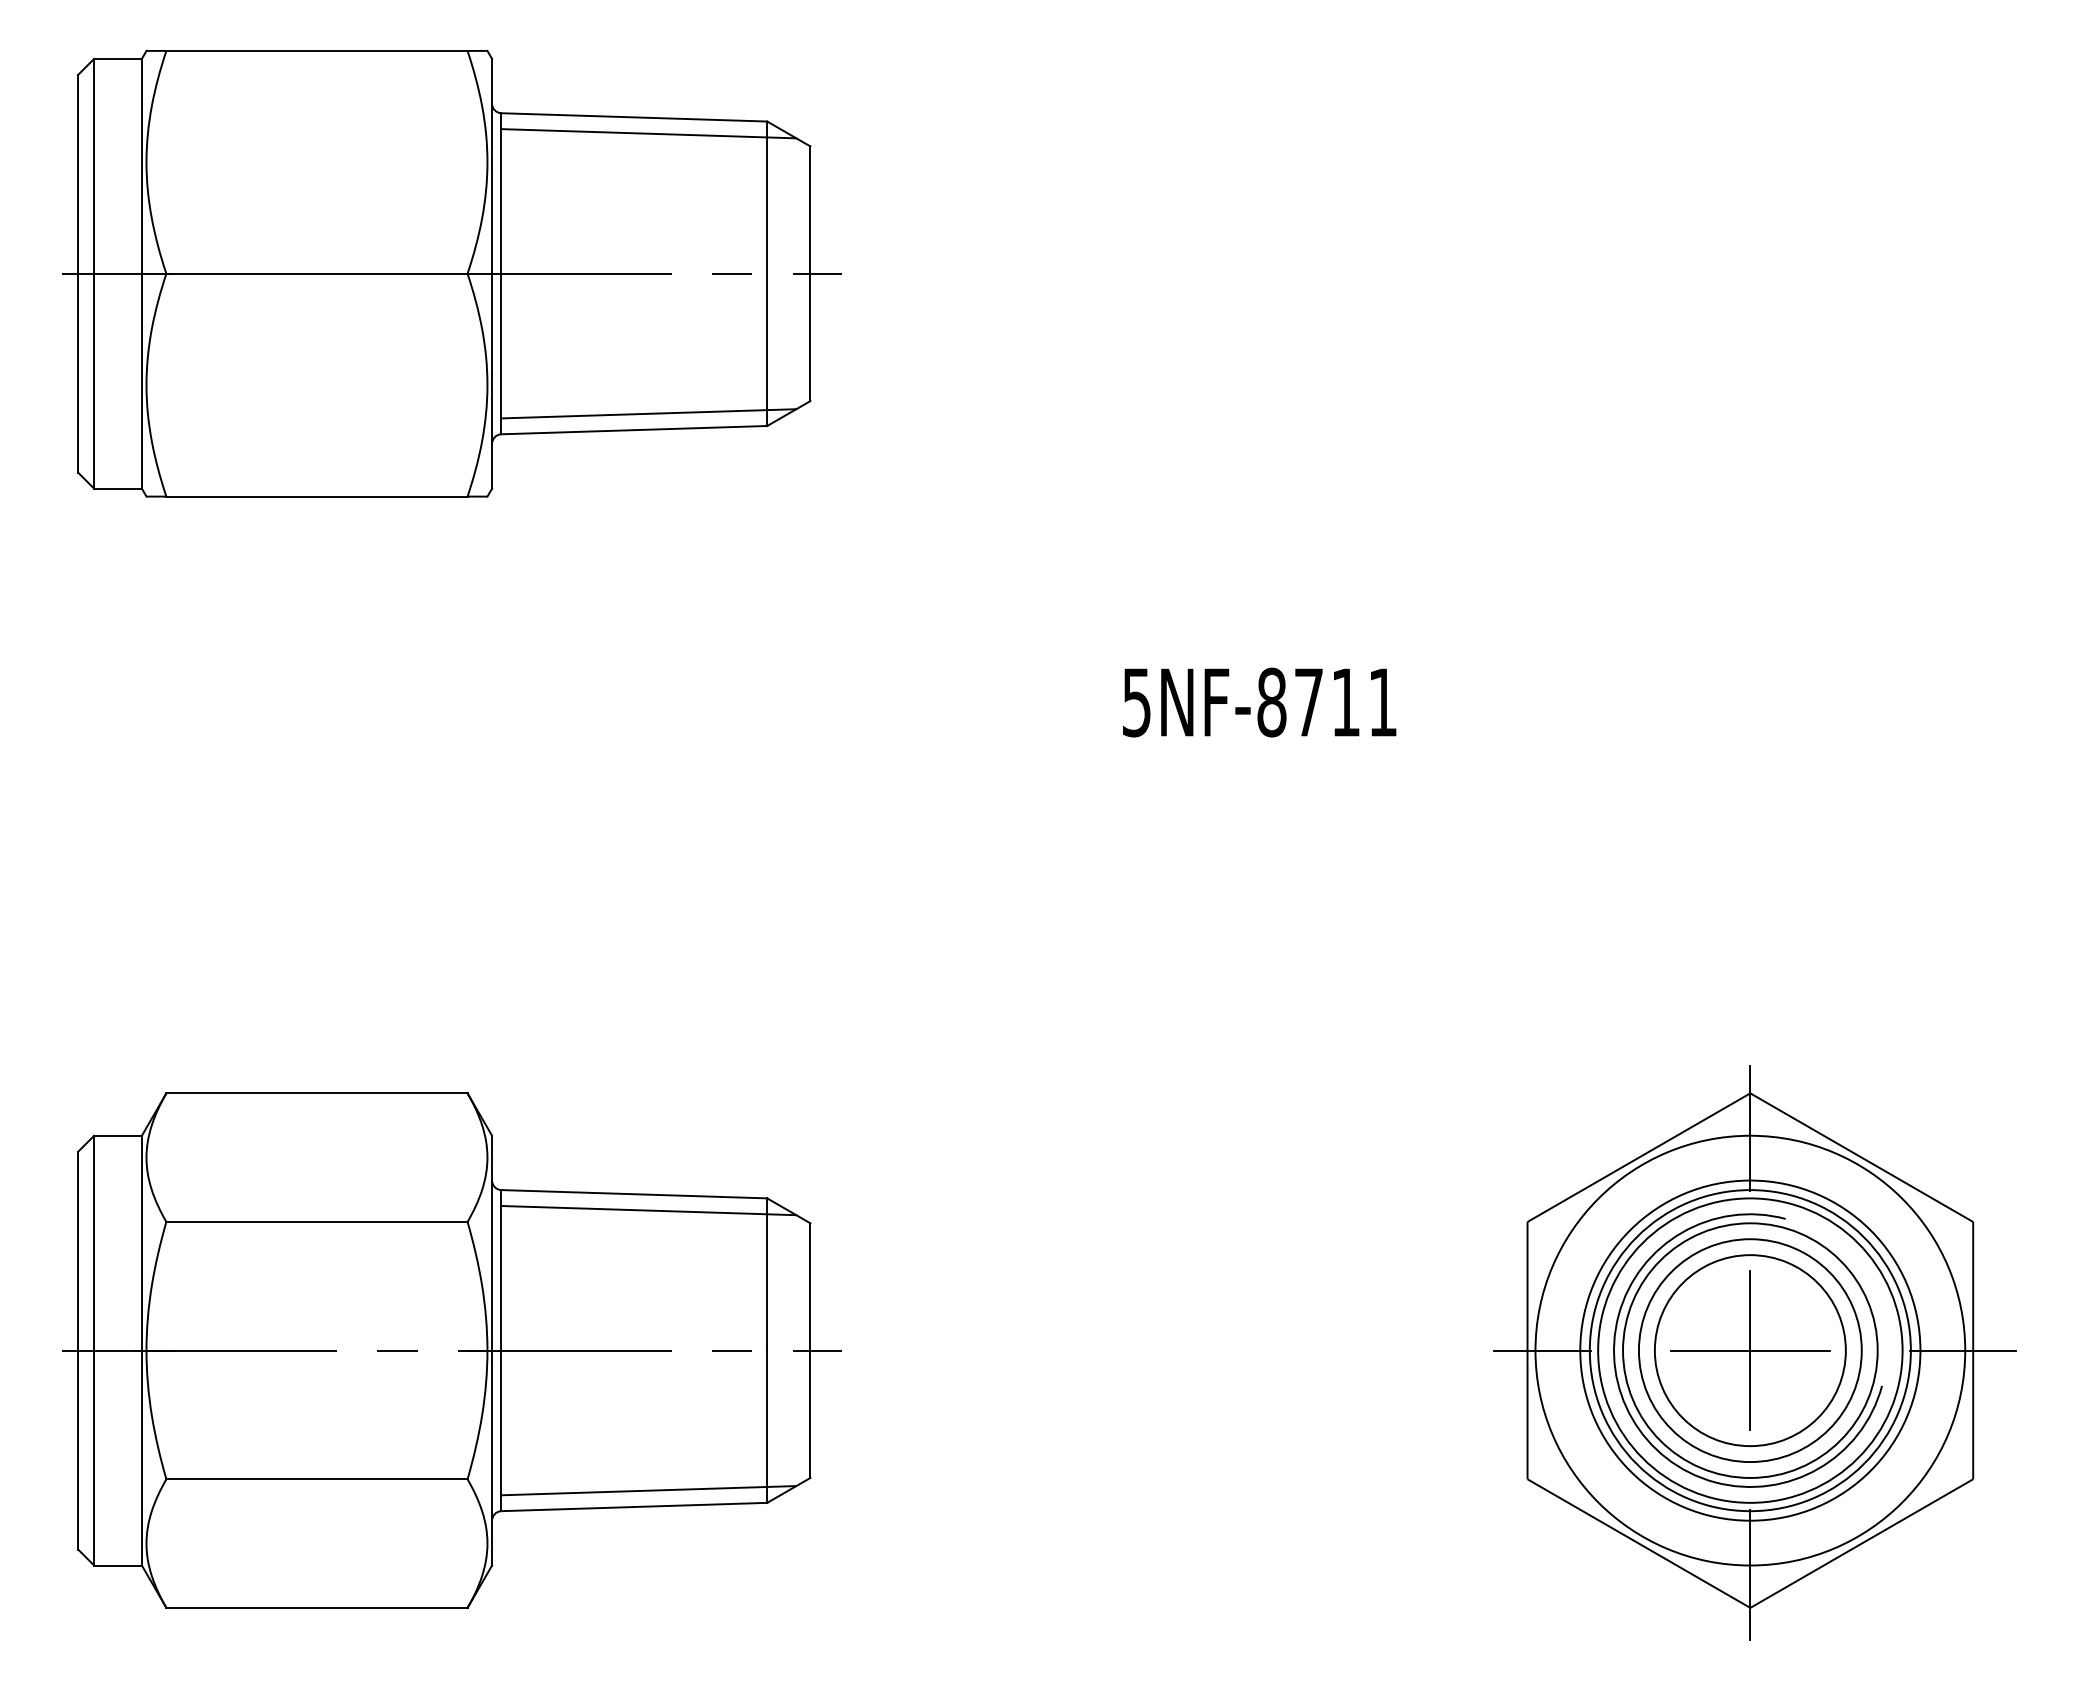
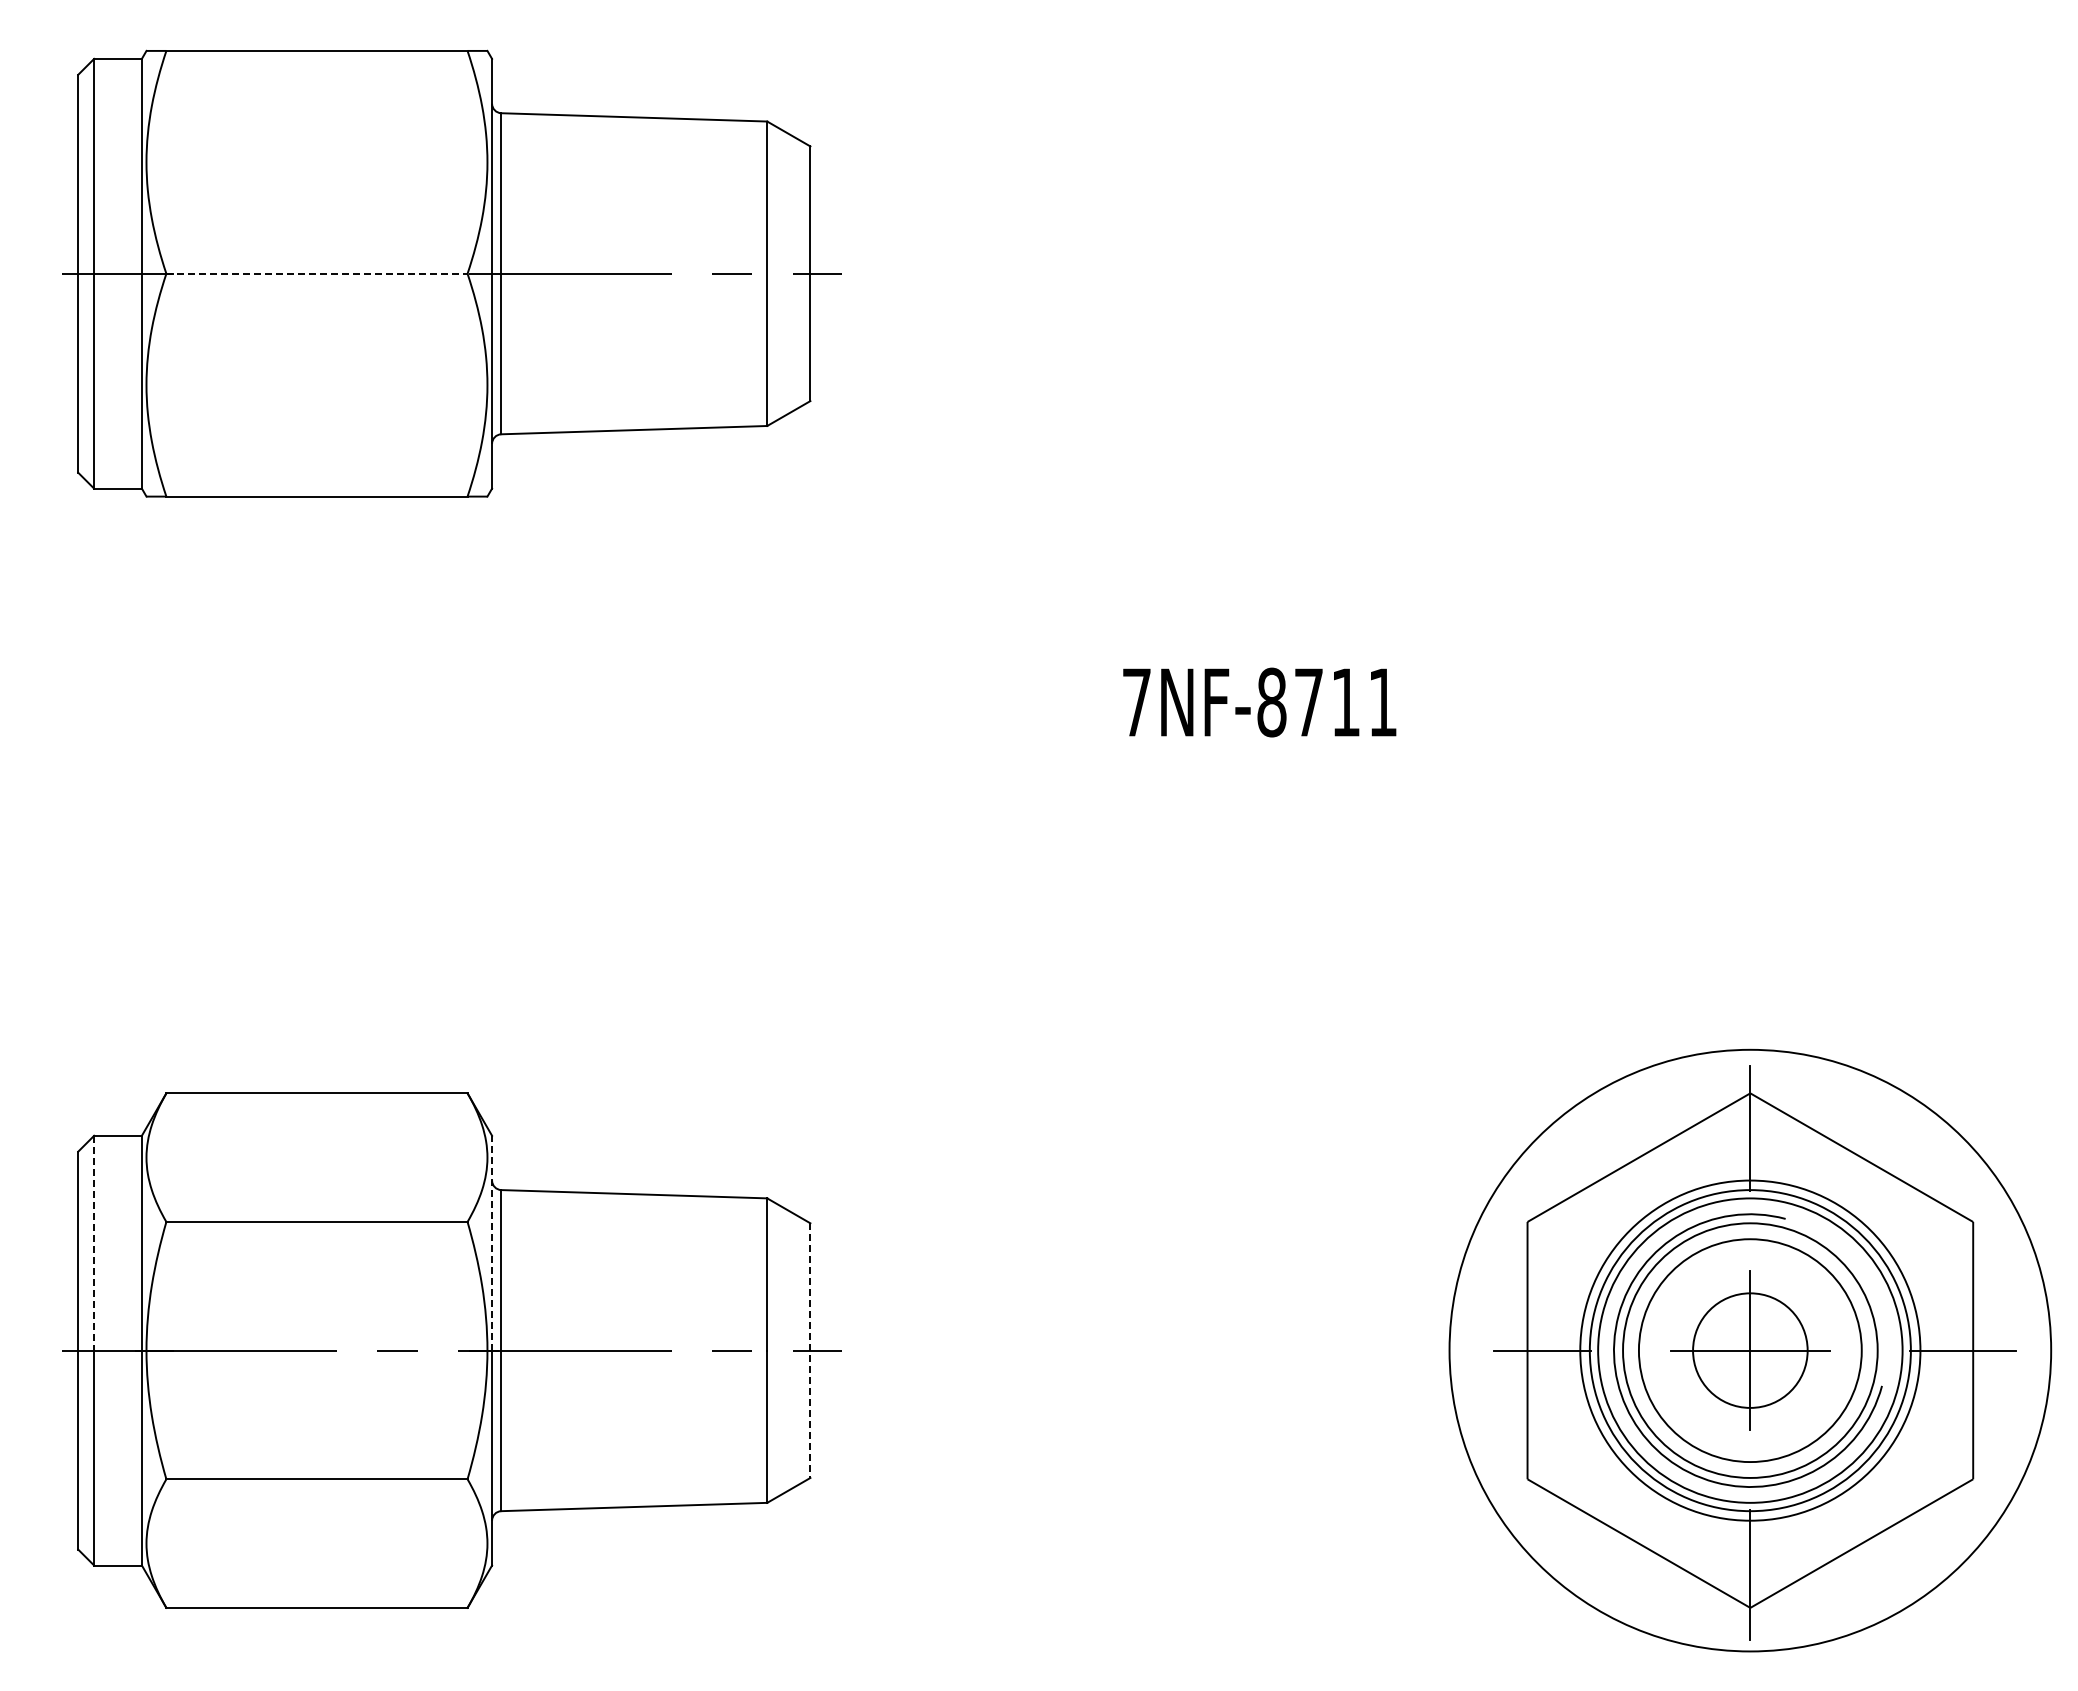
line at (648, 133): present -> none
line at (316, 273): solid -> dashed
line at (648, 413): present -> none
text at (1136, 702): 5NF-8711 -> 7NF-8711
line at (648, 1210): present -> none
line at (492, 1242): solid -> dashed
line at (94, 1243): solid -> dashed
circle at (1749, 1350) diameter: 191 px -> 115 px
circle at (1750, 1350) diameter: 430 px -> 602 px
line at (810, 1351): solid -> dashed
line at (648, 1490): present -> none
